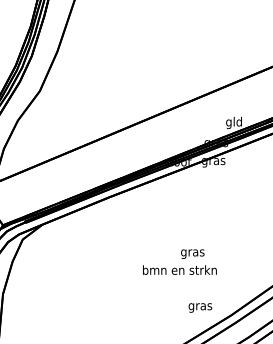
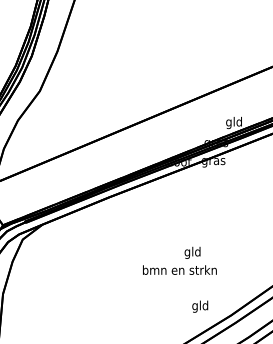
text at (192, 252): gras -> gld
text at (200, 306): gras -> gld
